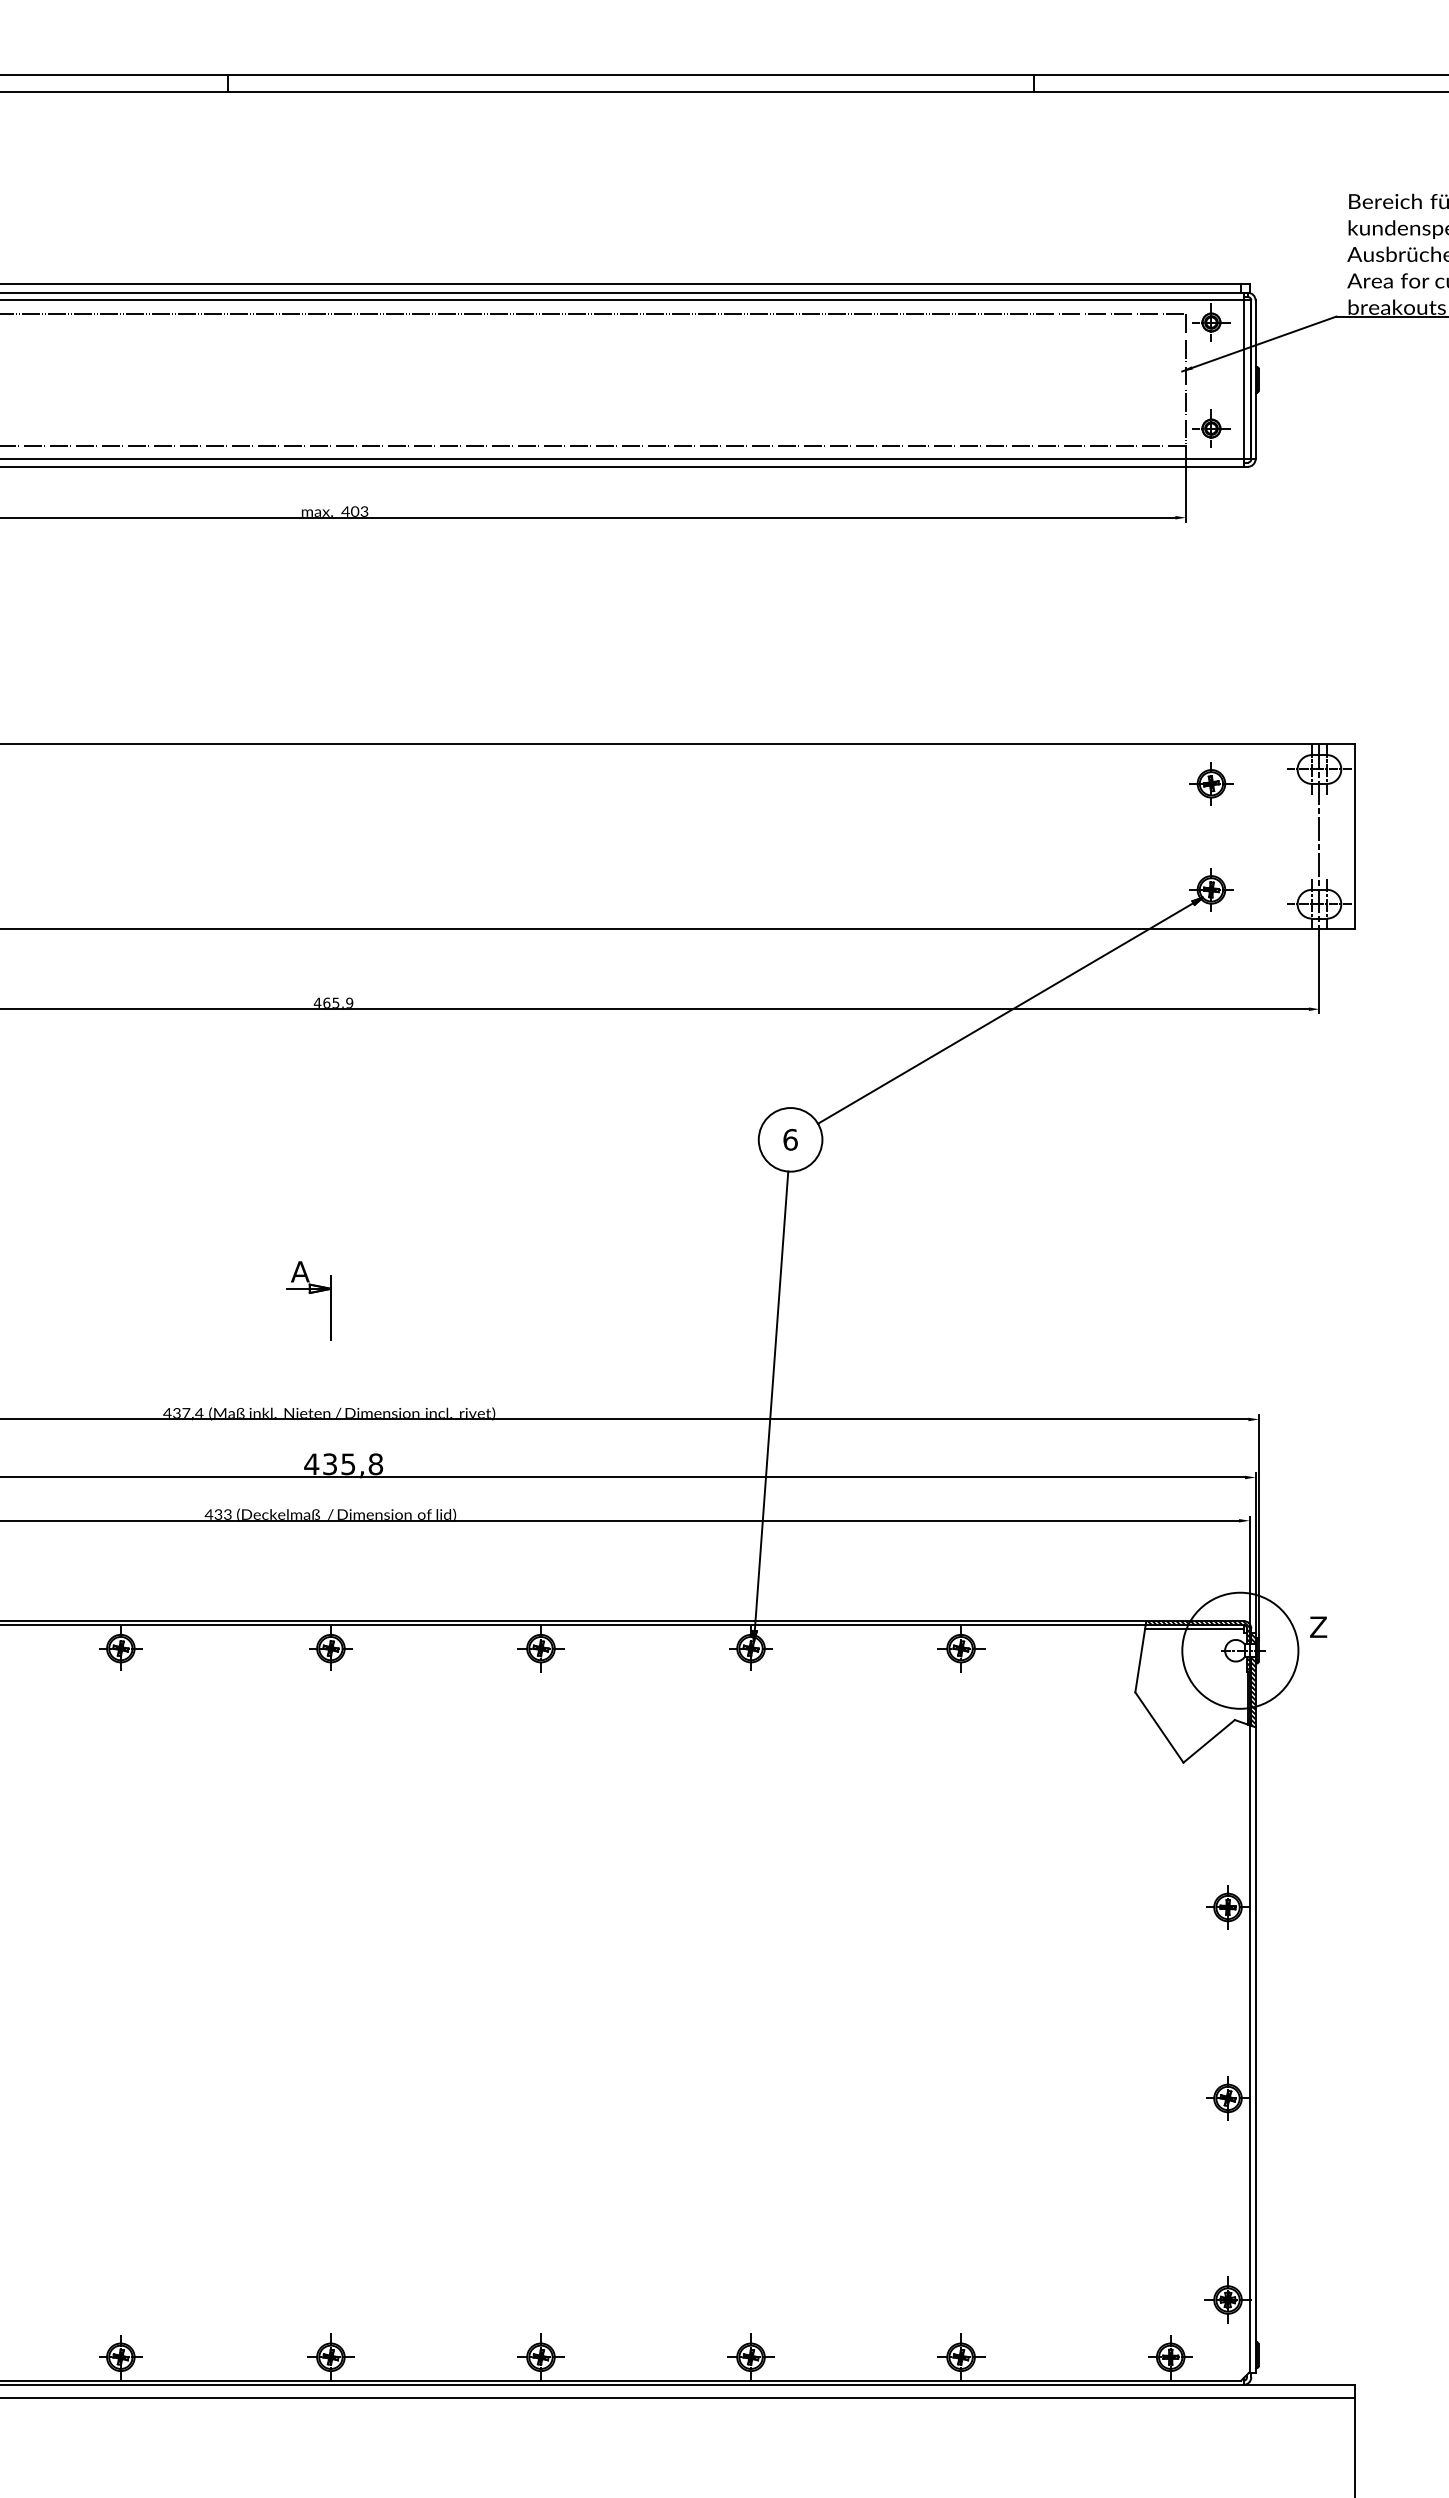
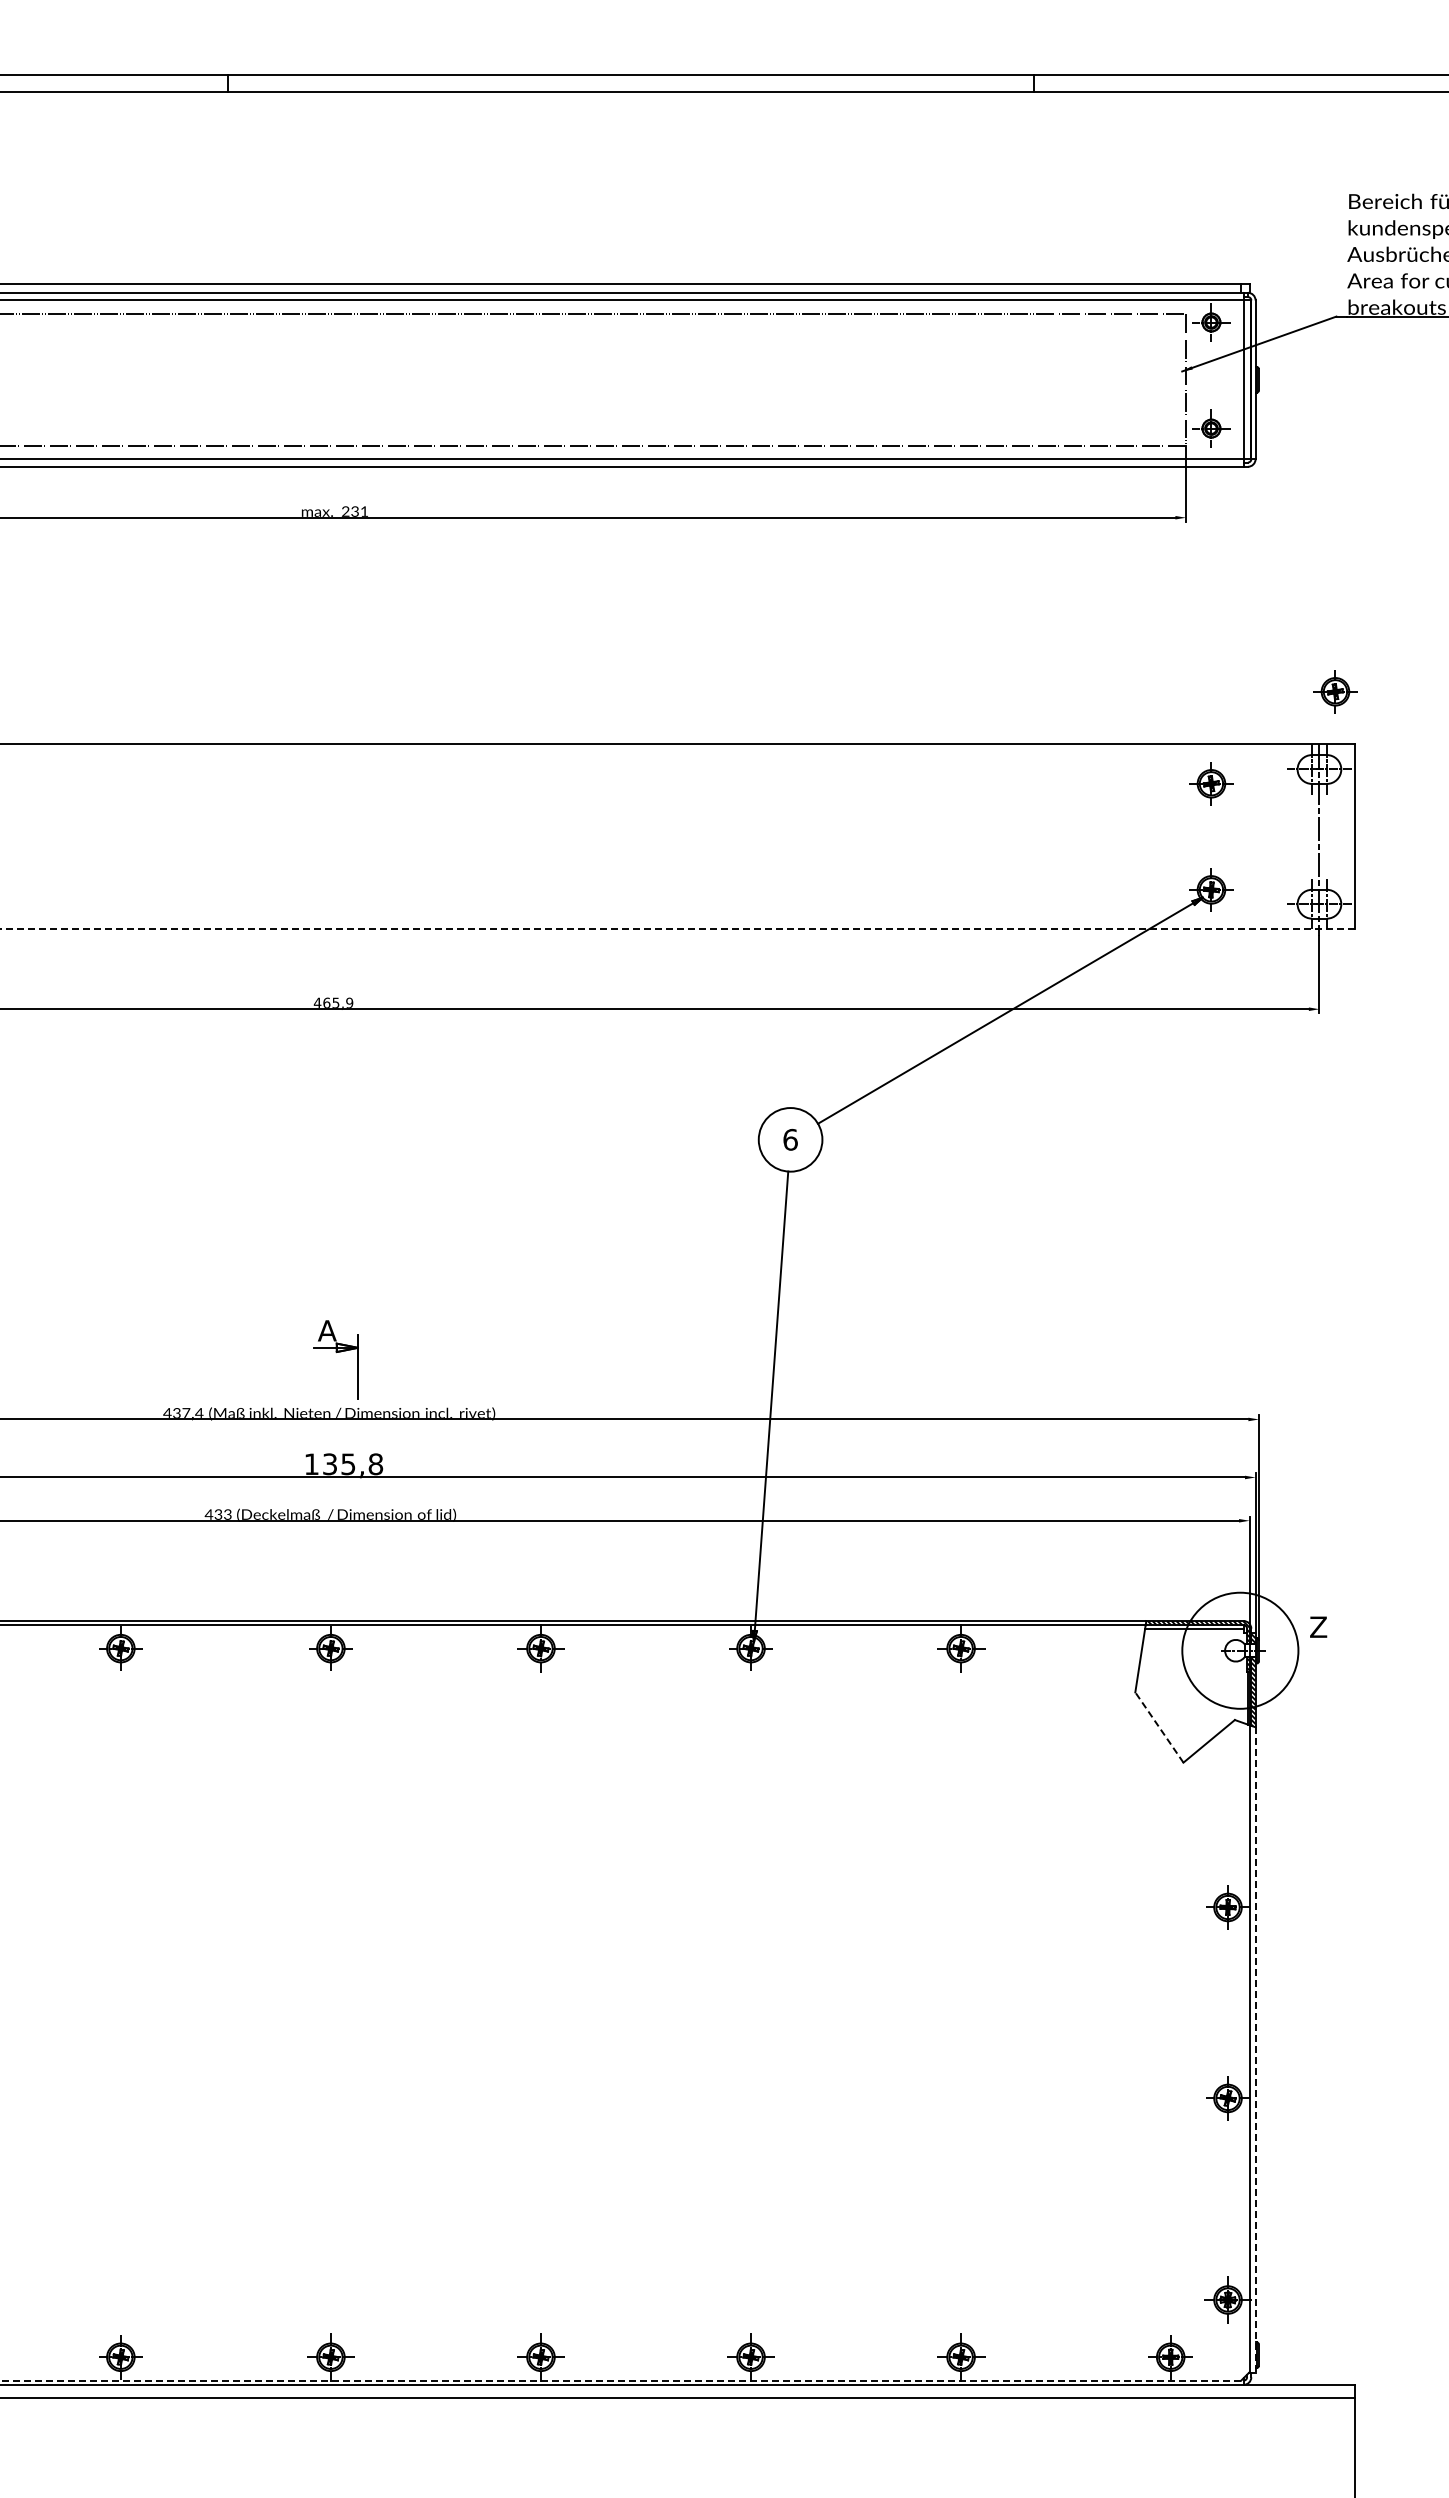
text at (354, 511): 403 -> 231
part at (1335, 691): none -> present
line at (677, 929): solid -> dashed
part at (308, 1293) position: (308, 1293) -> (335, 1352)
text at (311, 1463): 435,8 -> 135,8
line at (1159, 1727): solid -> dashed
line at (1255, 2050): solid -> dashed
line at (620, 2380): solid -> dashed
